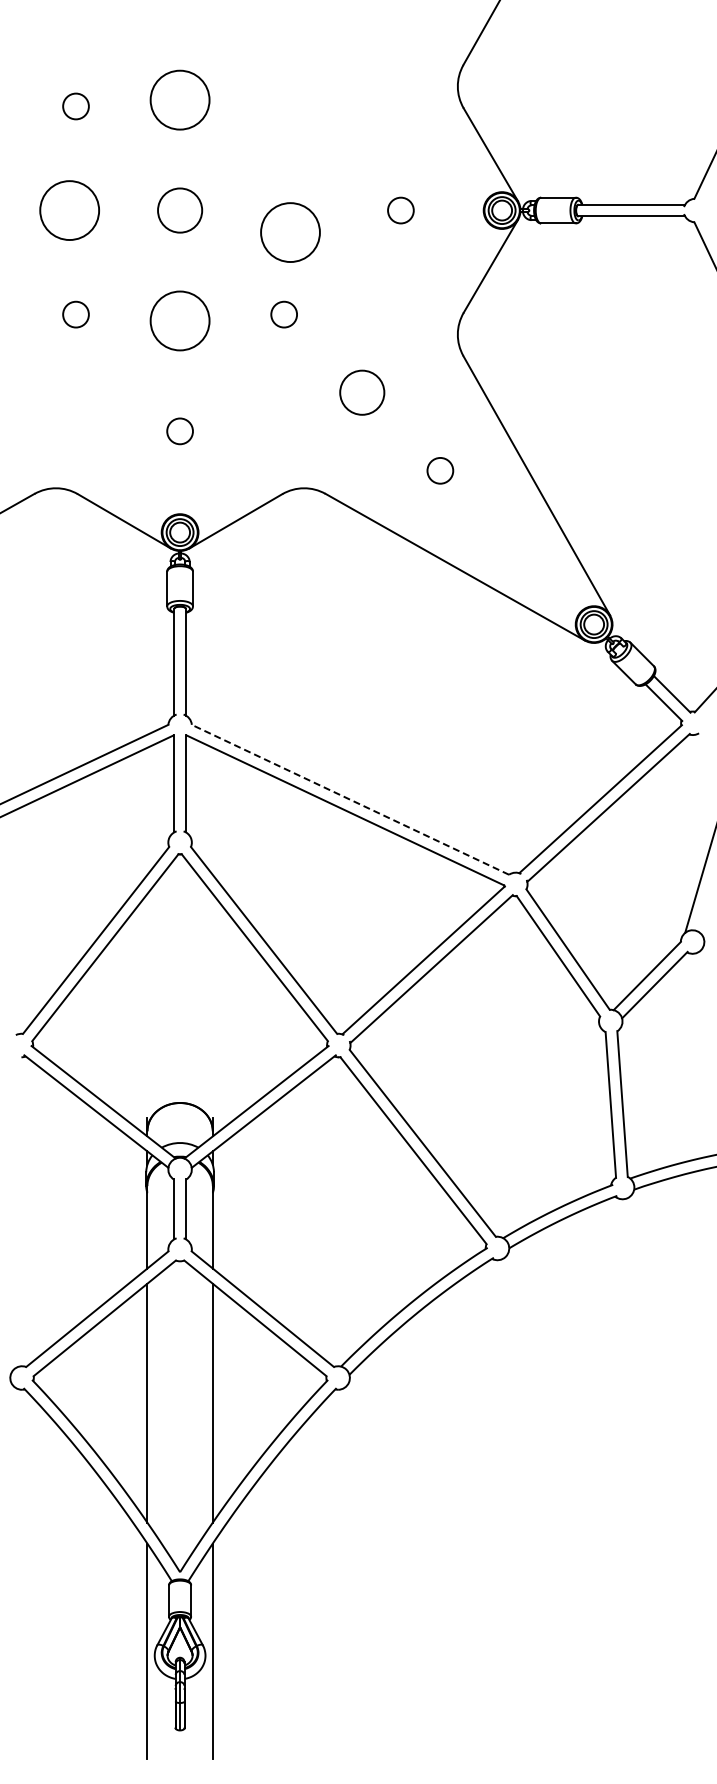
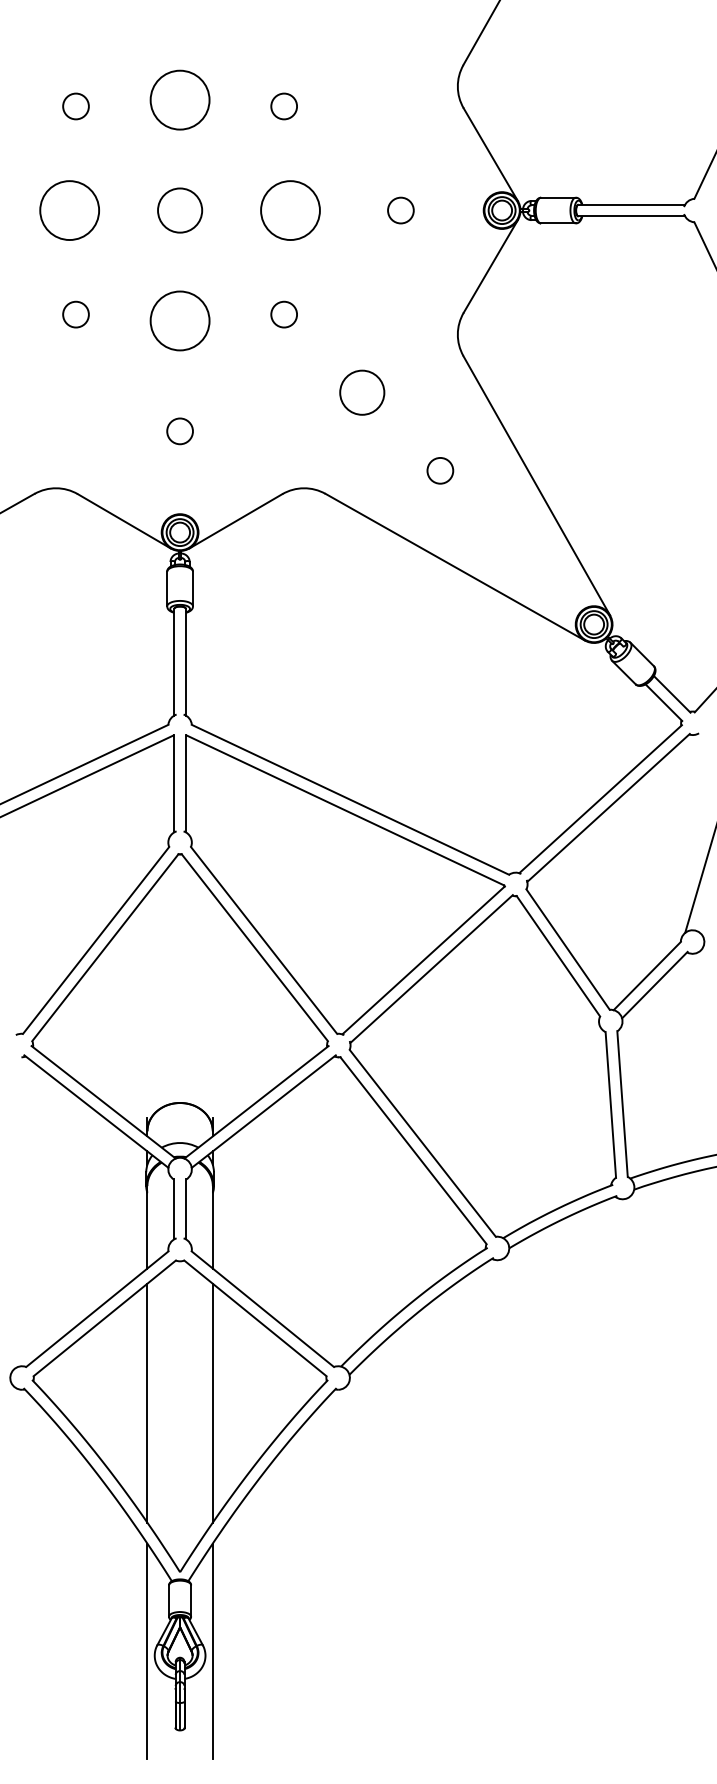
circle at (283, 106): none -> present
circle at (290, 232) position: (290, 232) -> (290, 210)
line at (350, 799): dashed -> solid
